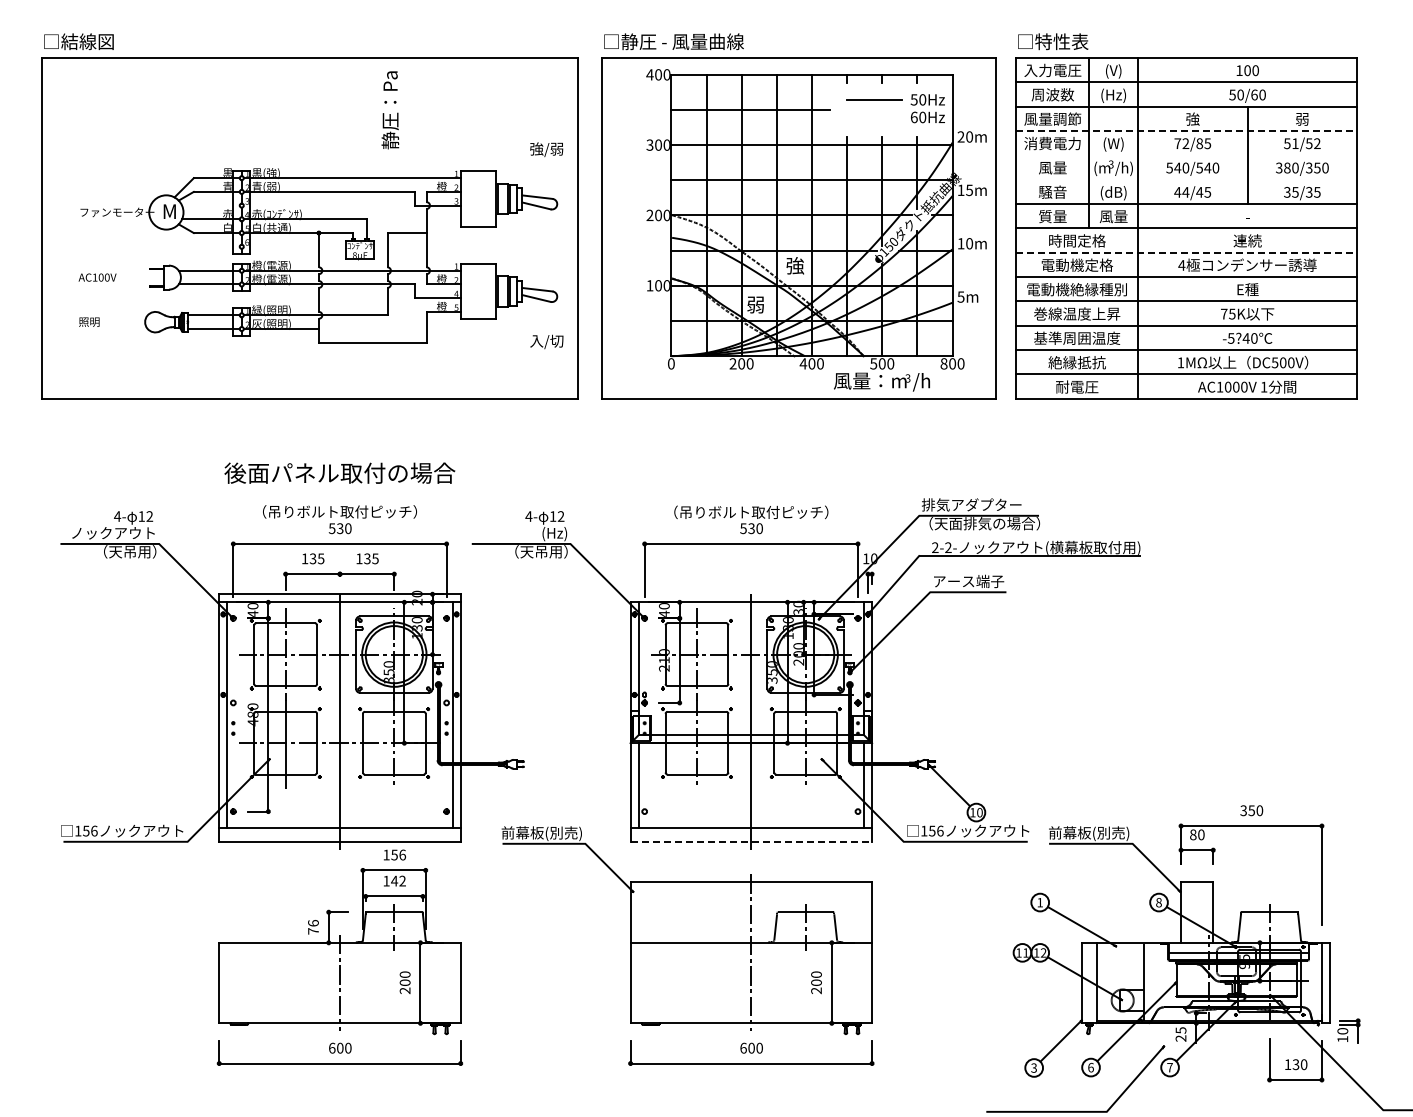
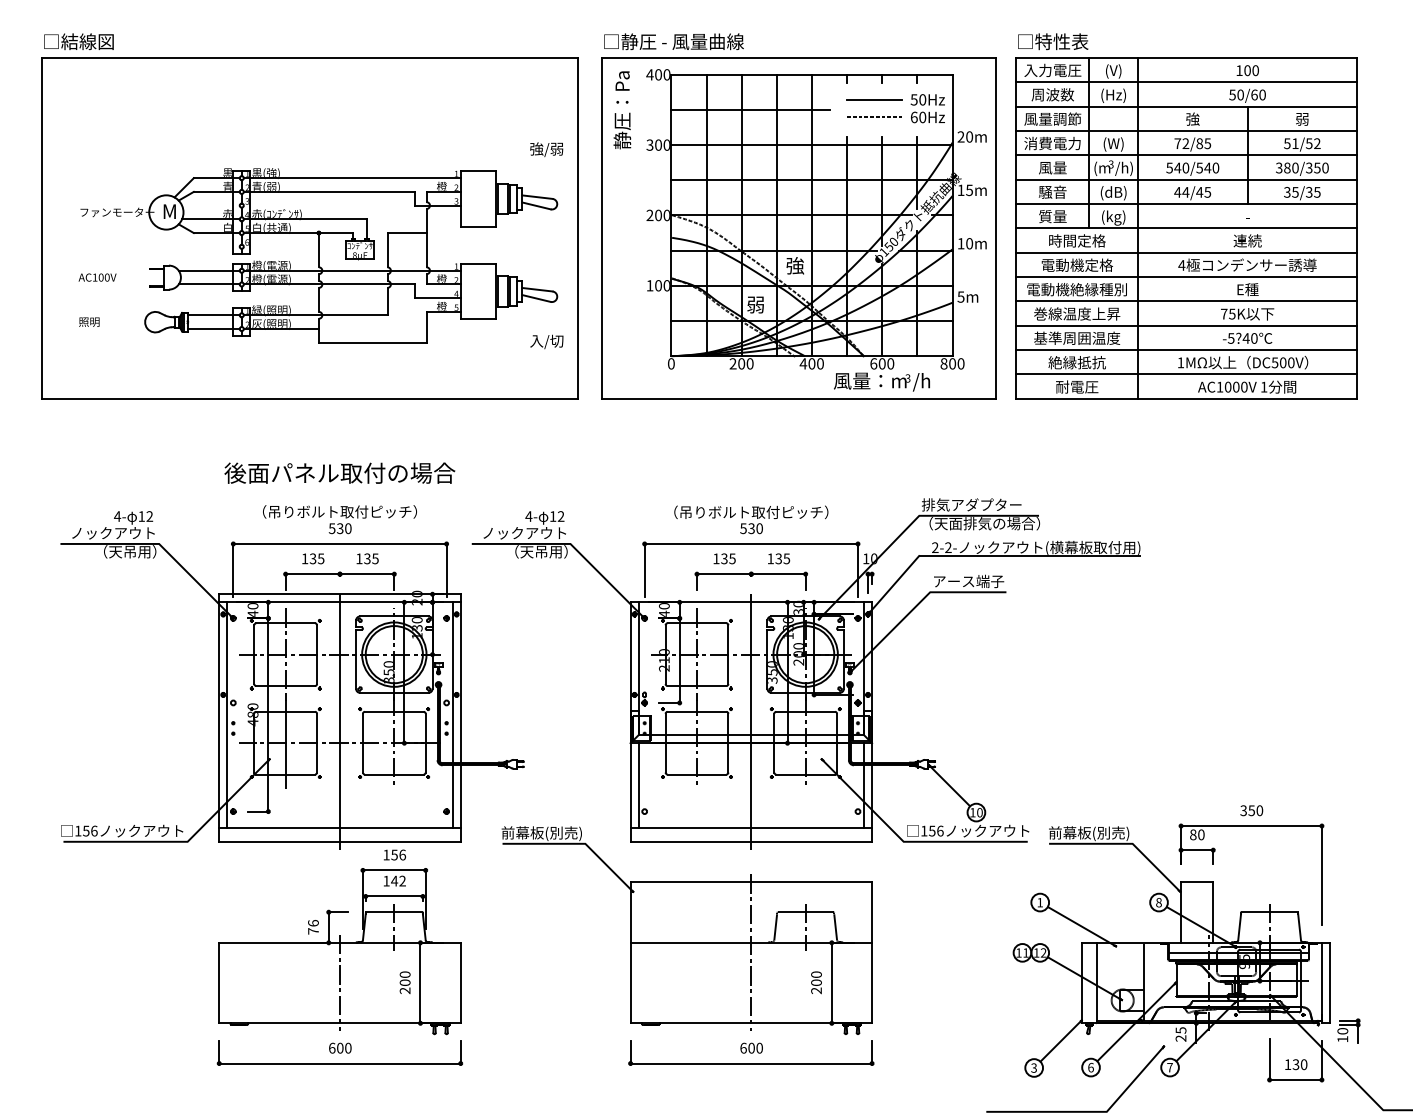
text at (390, 110) position: (390, 110) -> (622, 110)
line at (874, 117): none -> present
line at (1187, 130): dashed -> solid
line at (1186, 155): none -> present
line at (1186, 179): none -> present
text at (1113, 217): 風量 -> (kg)
line at (1187, 252): dashed -> solid
text at (873, 363): 500 -> 600
text at (525, 534): (Hz) -> ノックアウト
part at (750, 571): none -> present
line at (751, 841): dashed -> solid
